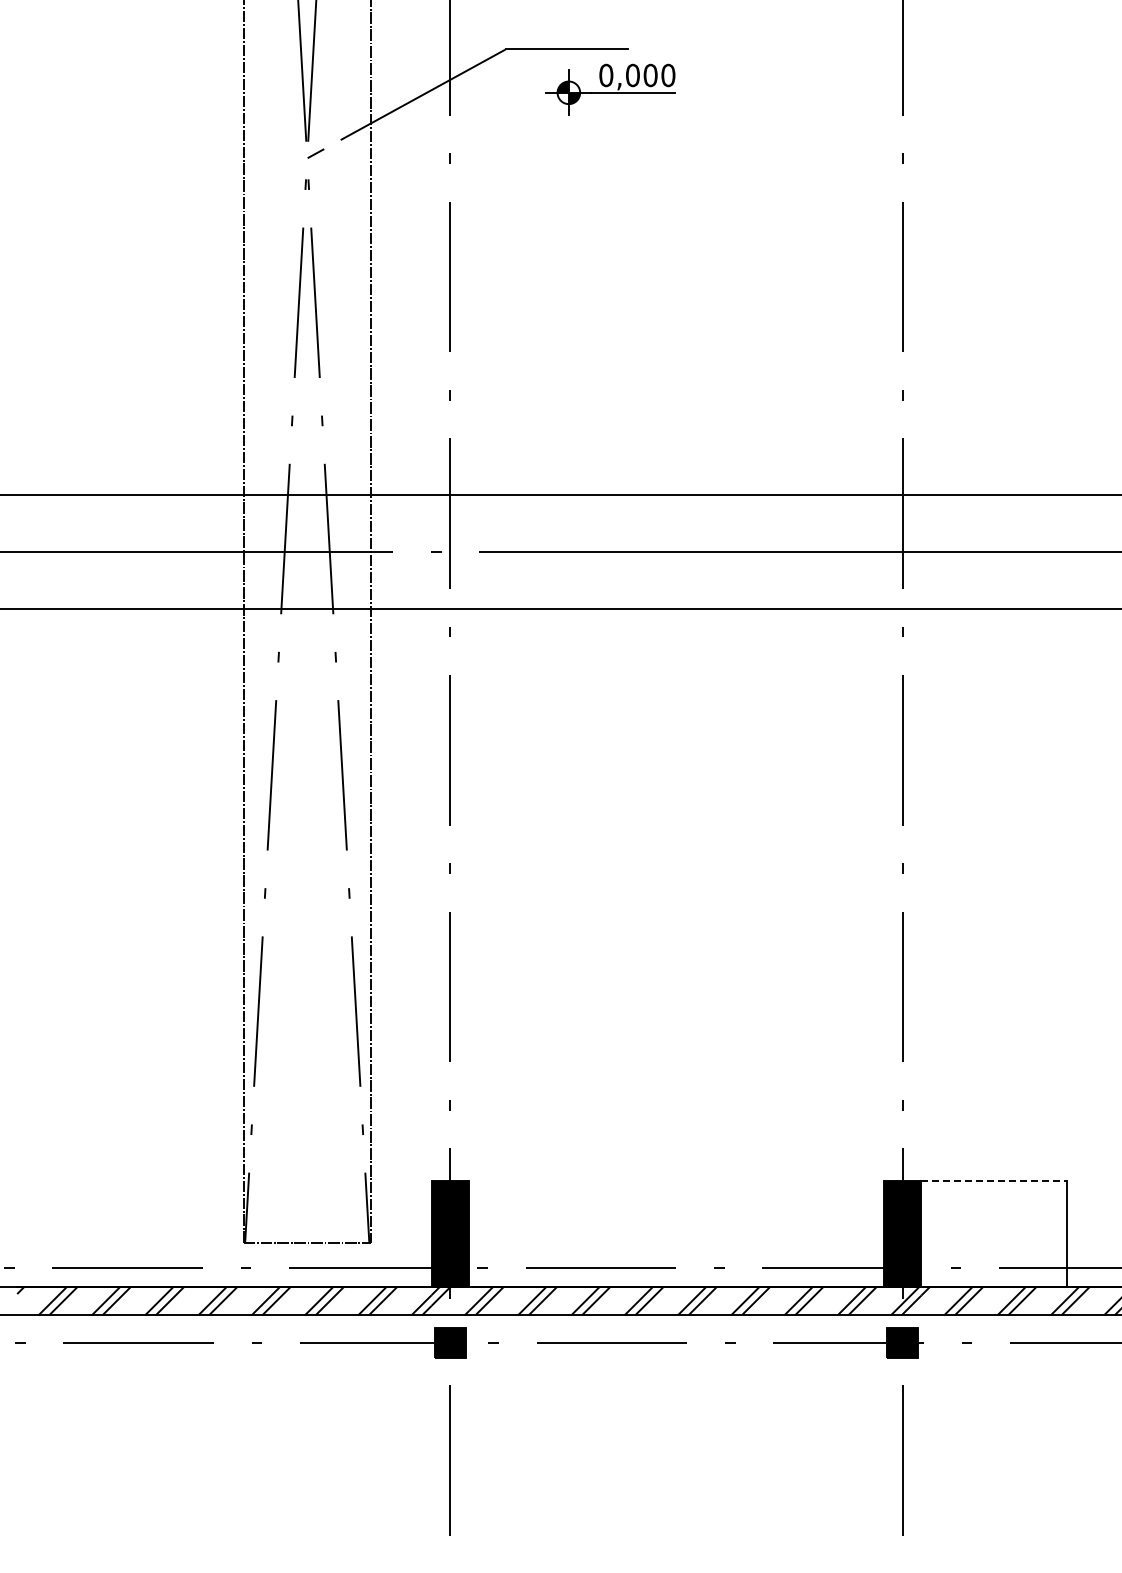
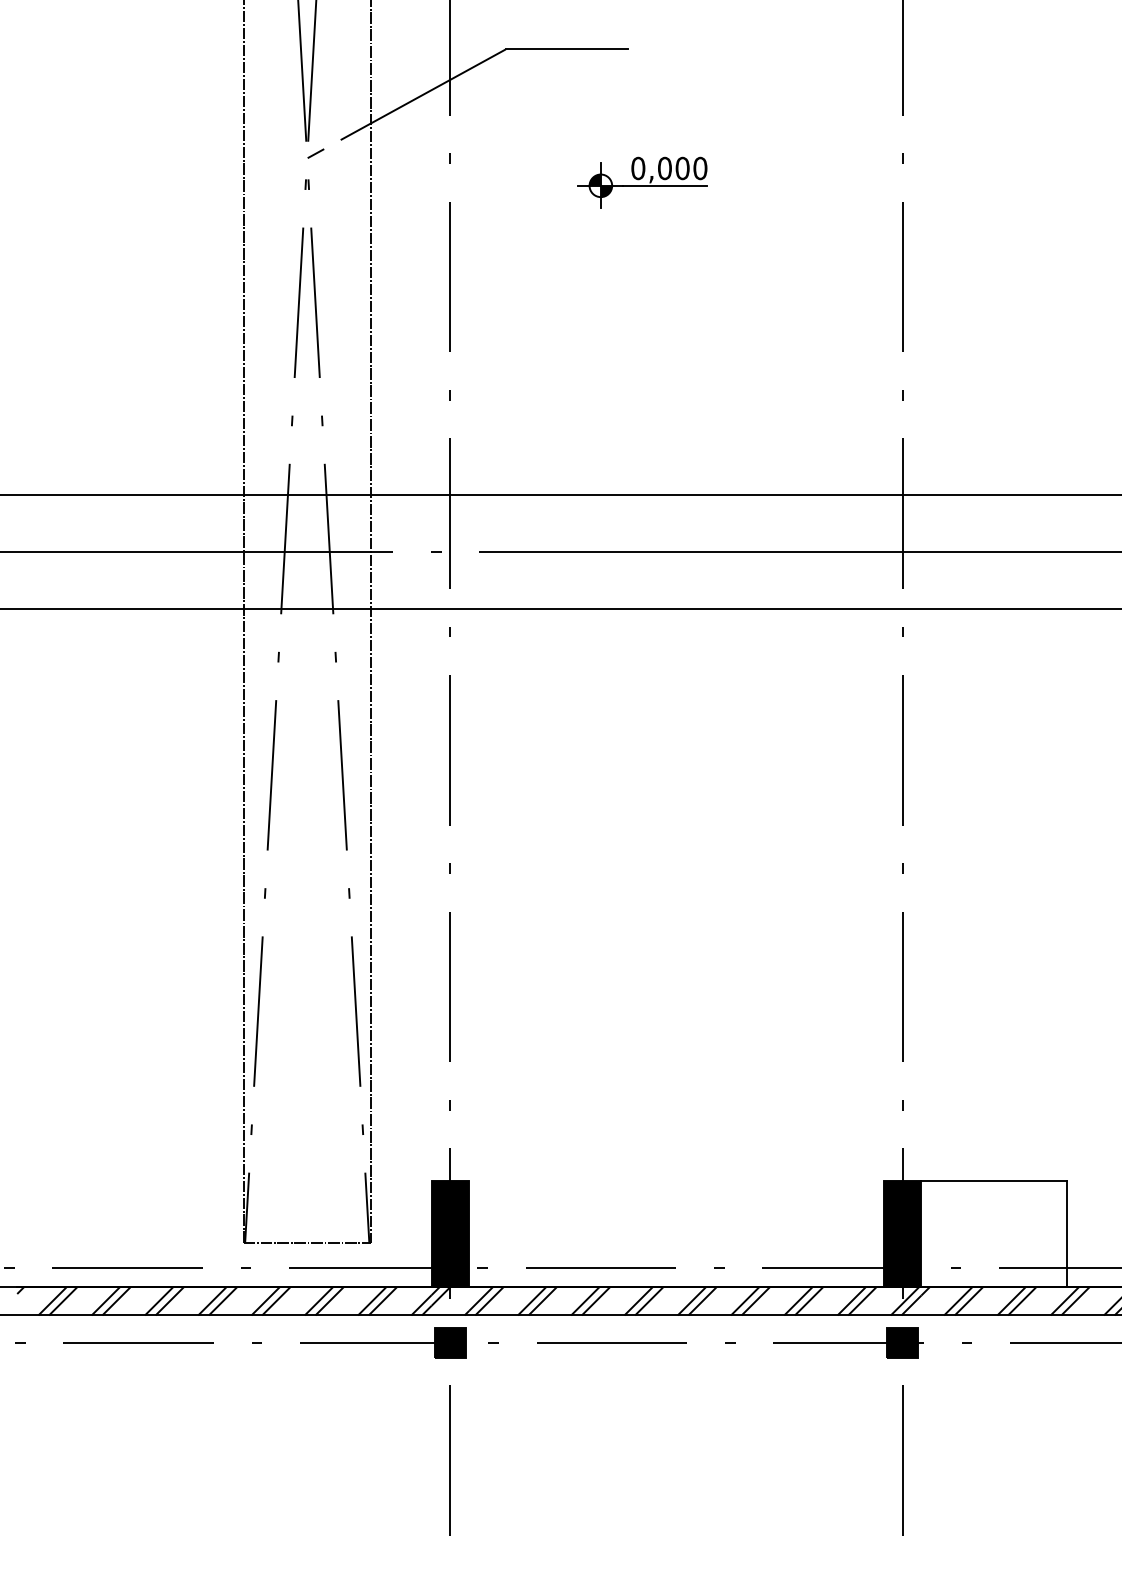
part at (610, 89) position: (610, 89) -> (642, 182)
line at (994, 1181): dashed -> solid
